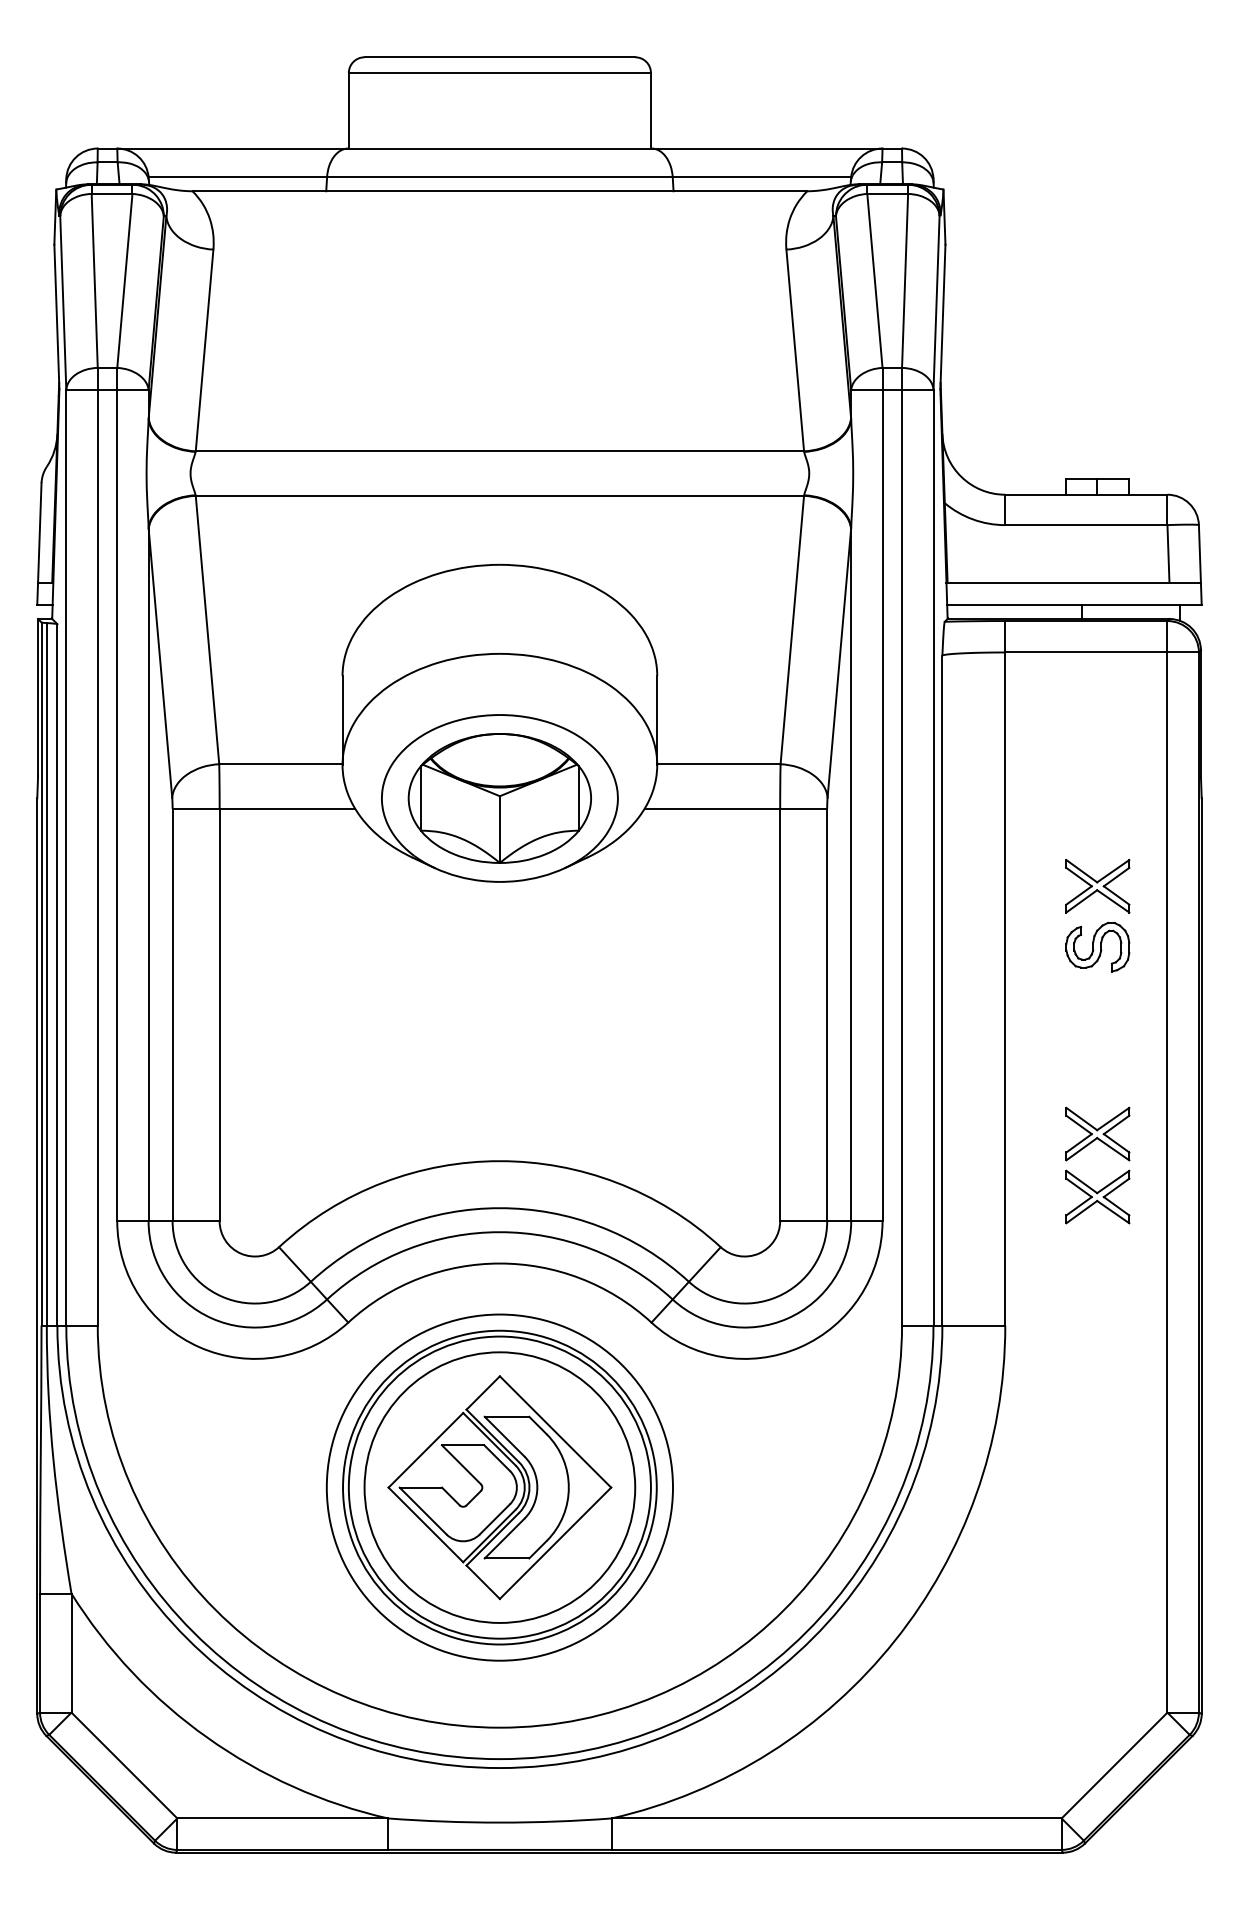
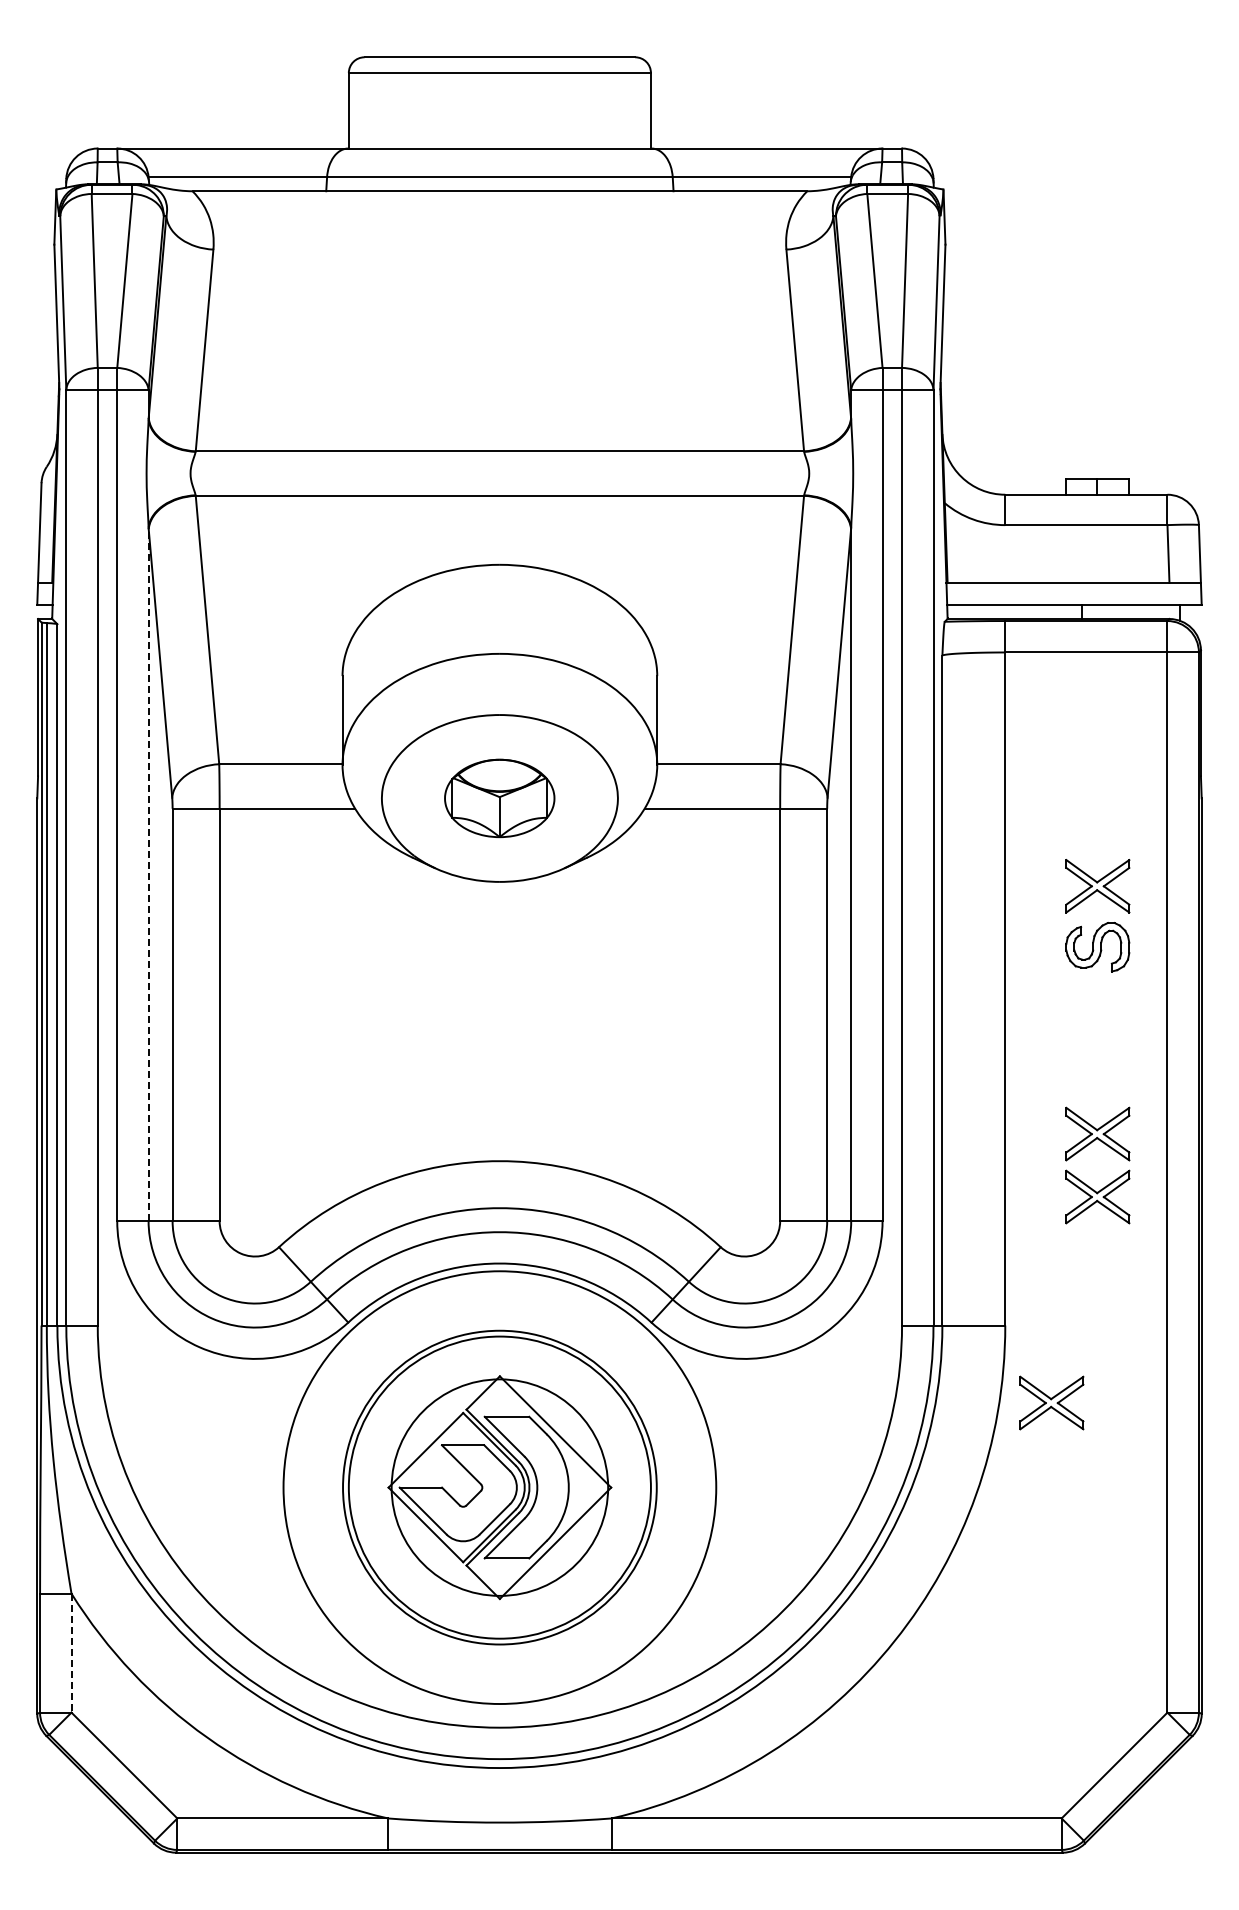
part at (499, 798) size: 185x131 px -> 112x81 px
line at (148, 874): solid -> dashed
part at (1051, 1402): none -> present
circle at (499, 1487) diameter: 271 px -> 217 px
circle at (499, 1487) diameter: 346 px -> 433 px
line at (71, 1653): solid -> dashed
